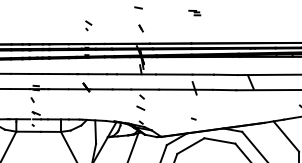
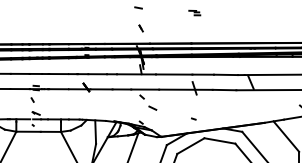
part at (88, 25): present -> none
line at (140, 107) position: (140, 107) -> (152, 107)
